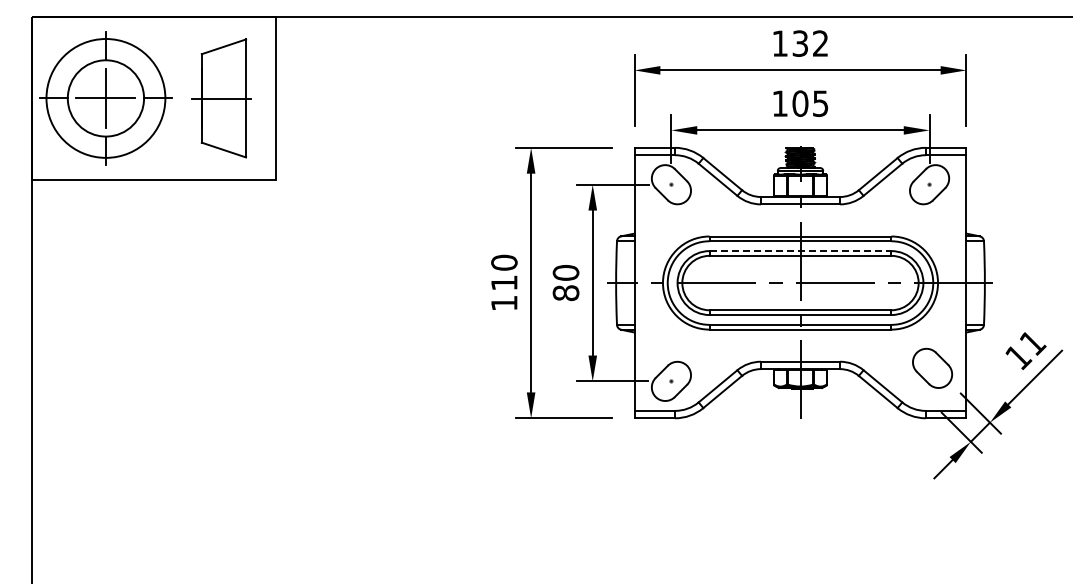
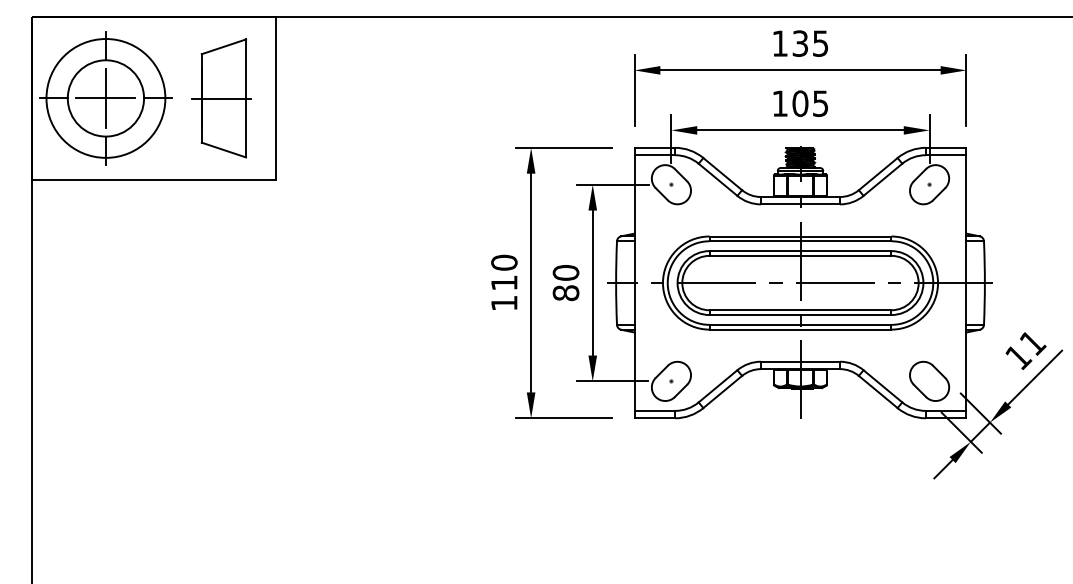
text at (820, 43): 132 -> 135
line at (800, 251): dashed -> solid
part at (932, 368) position: (932, 368) -> (929, 381)
